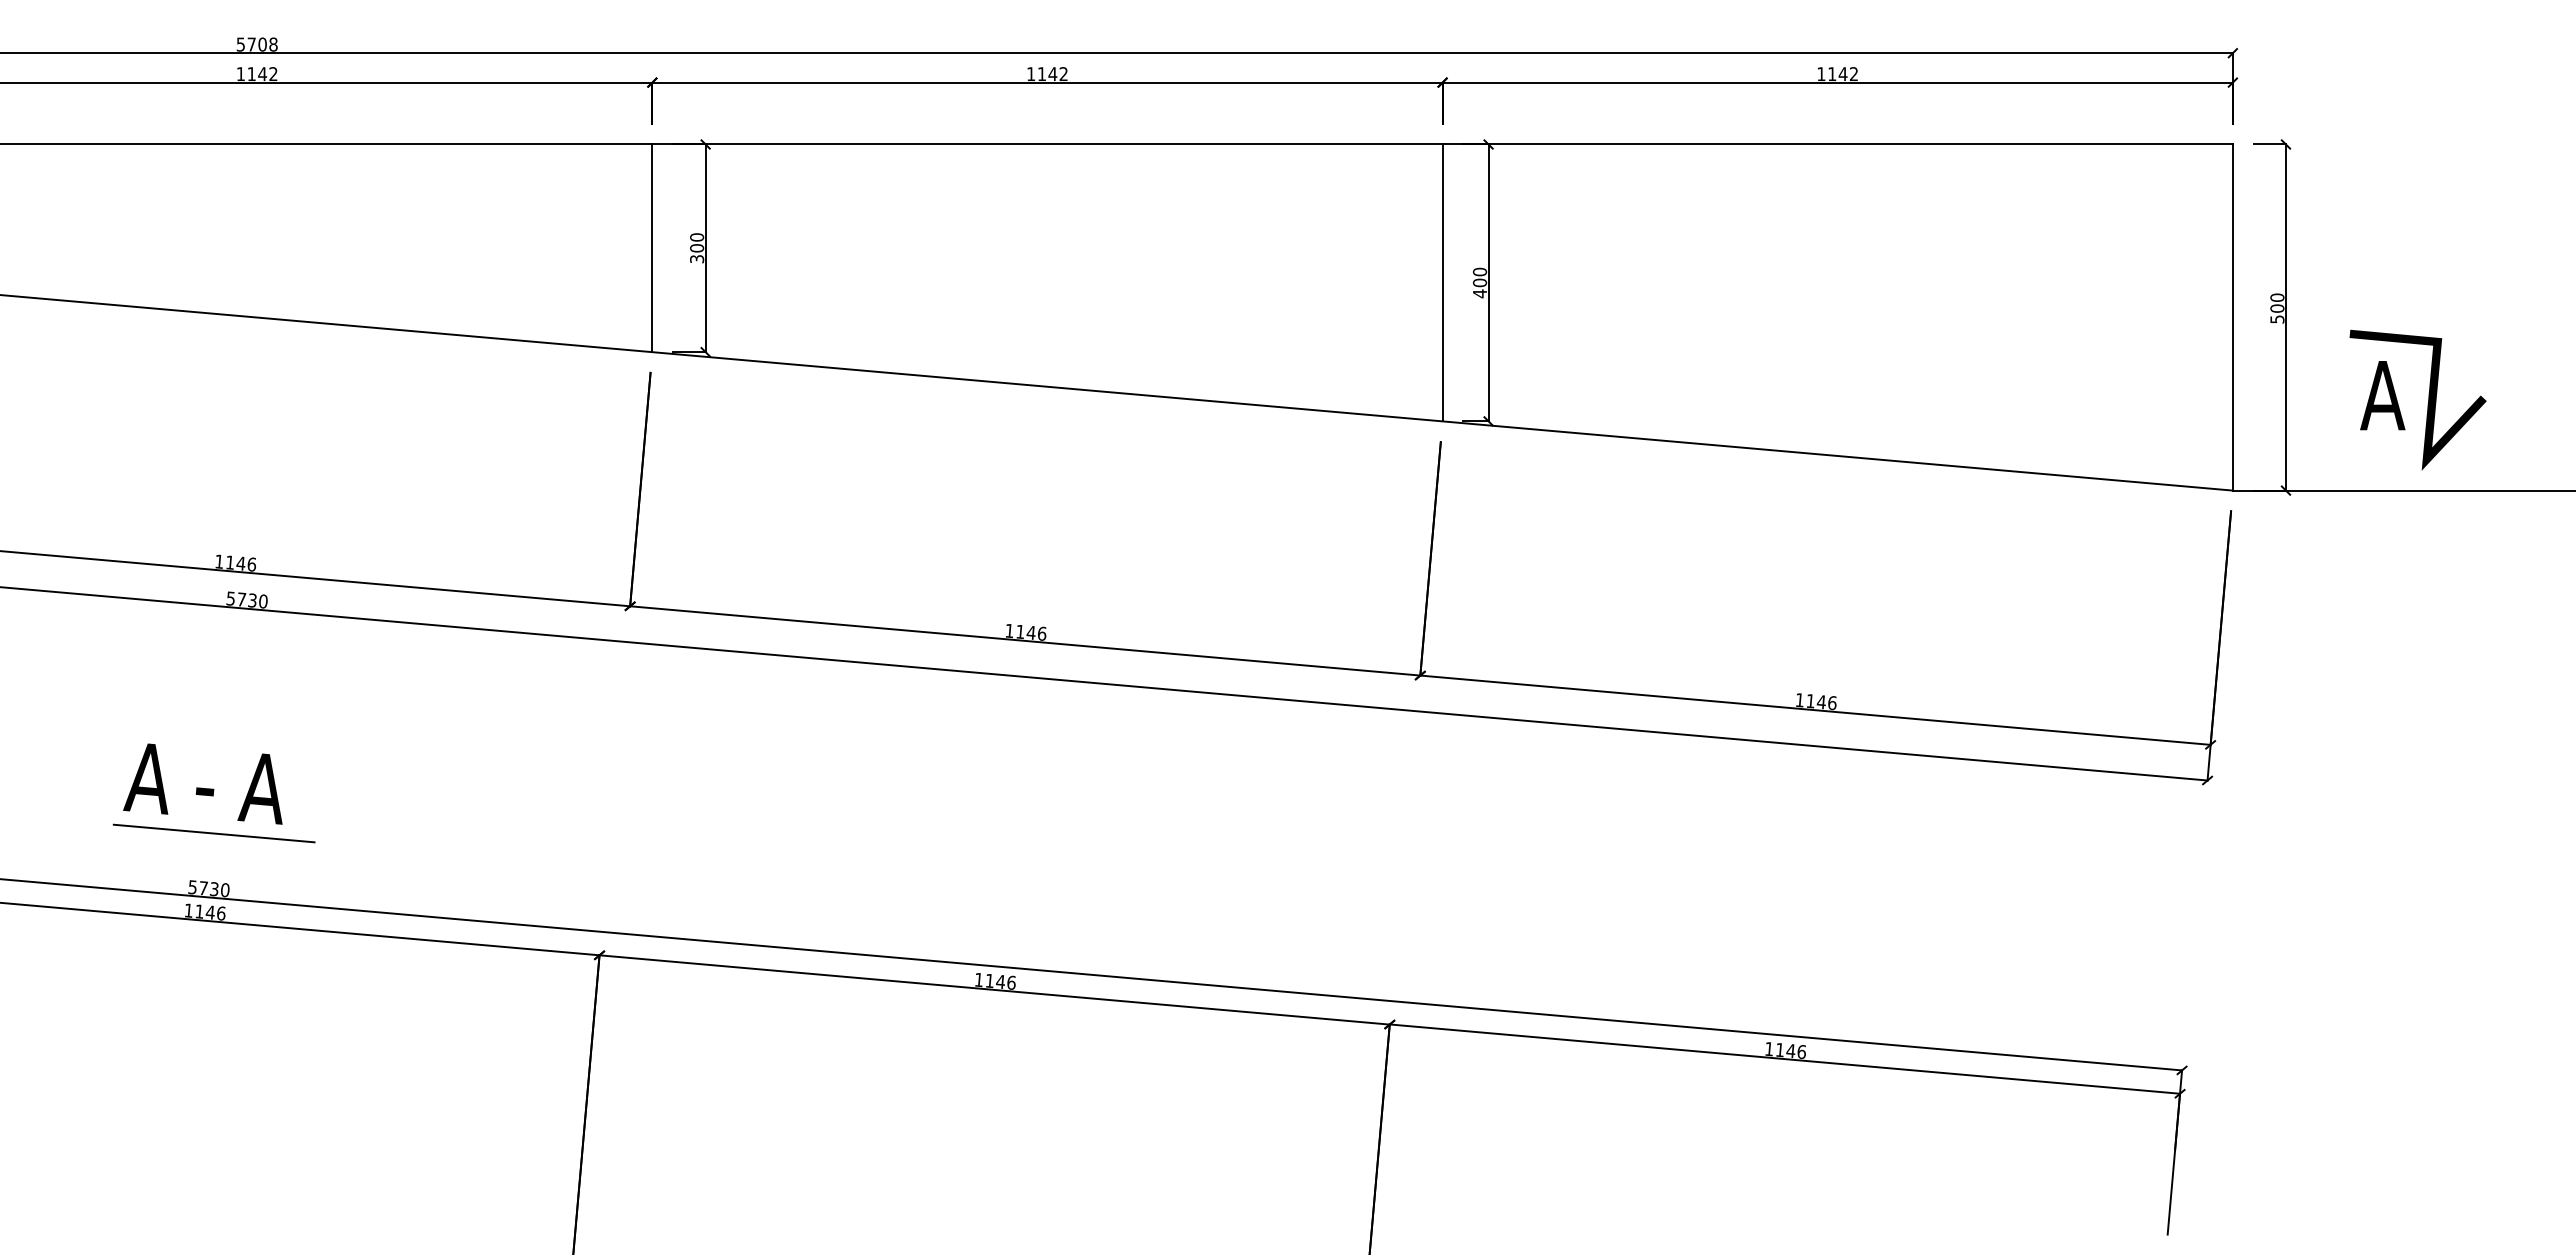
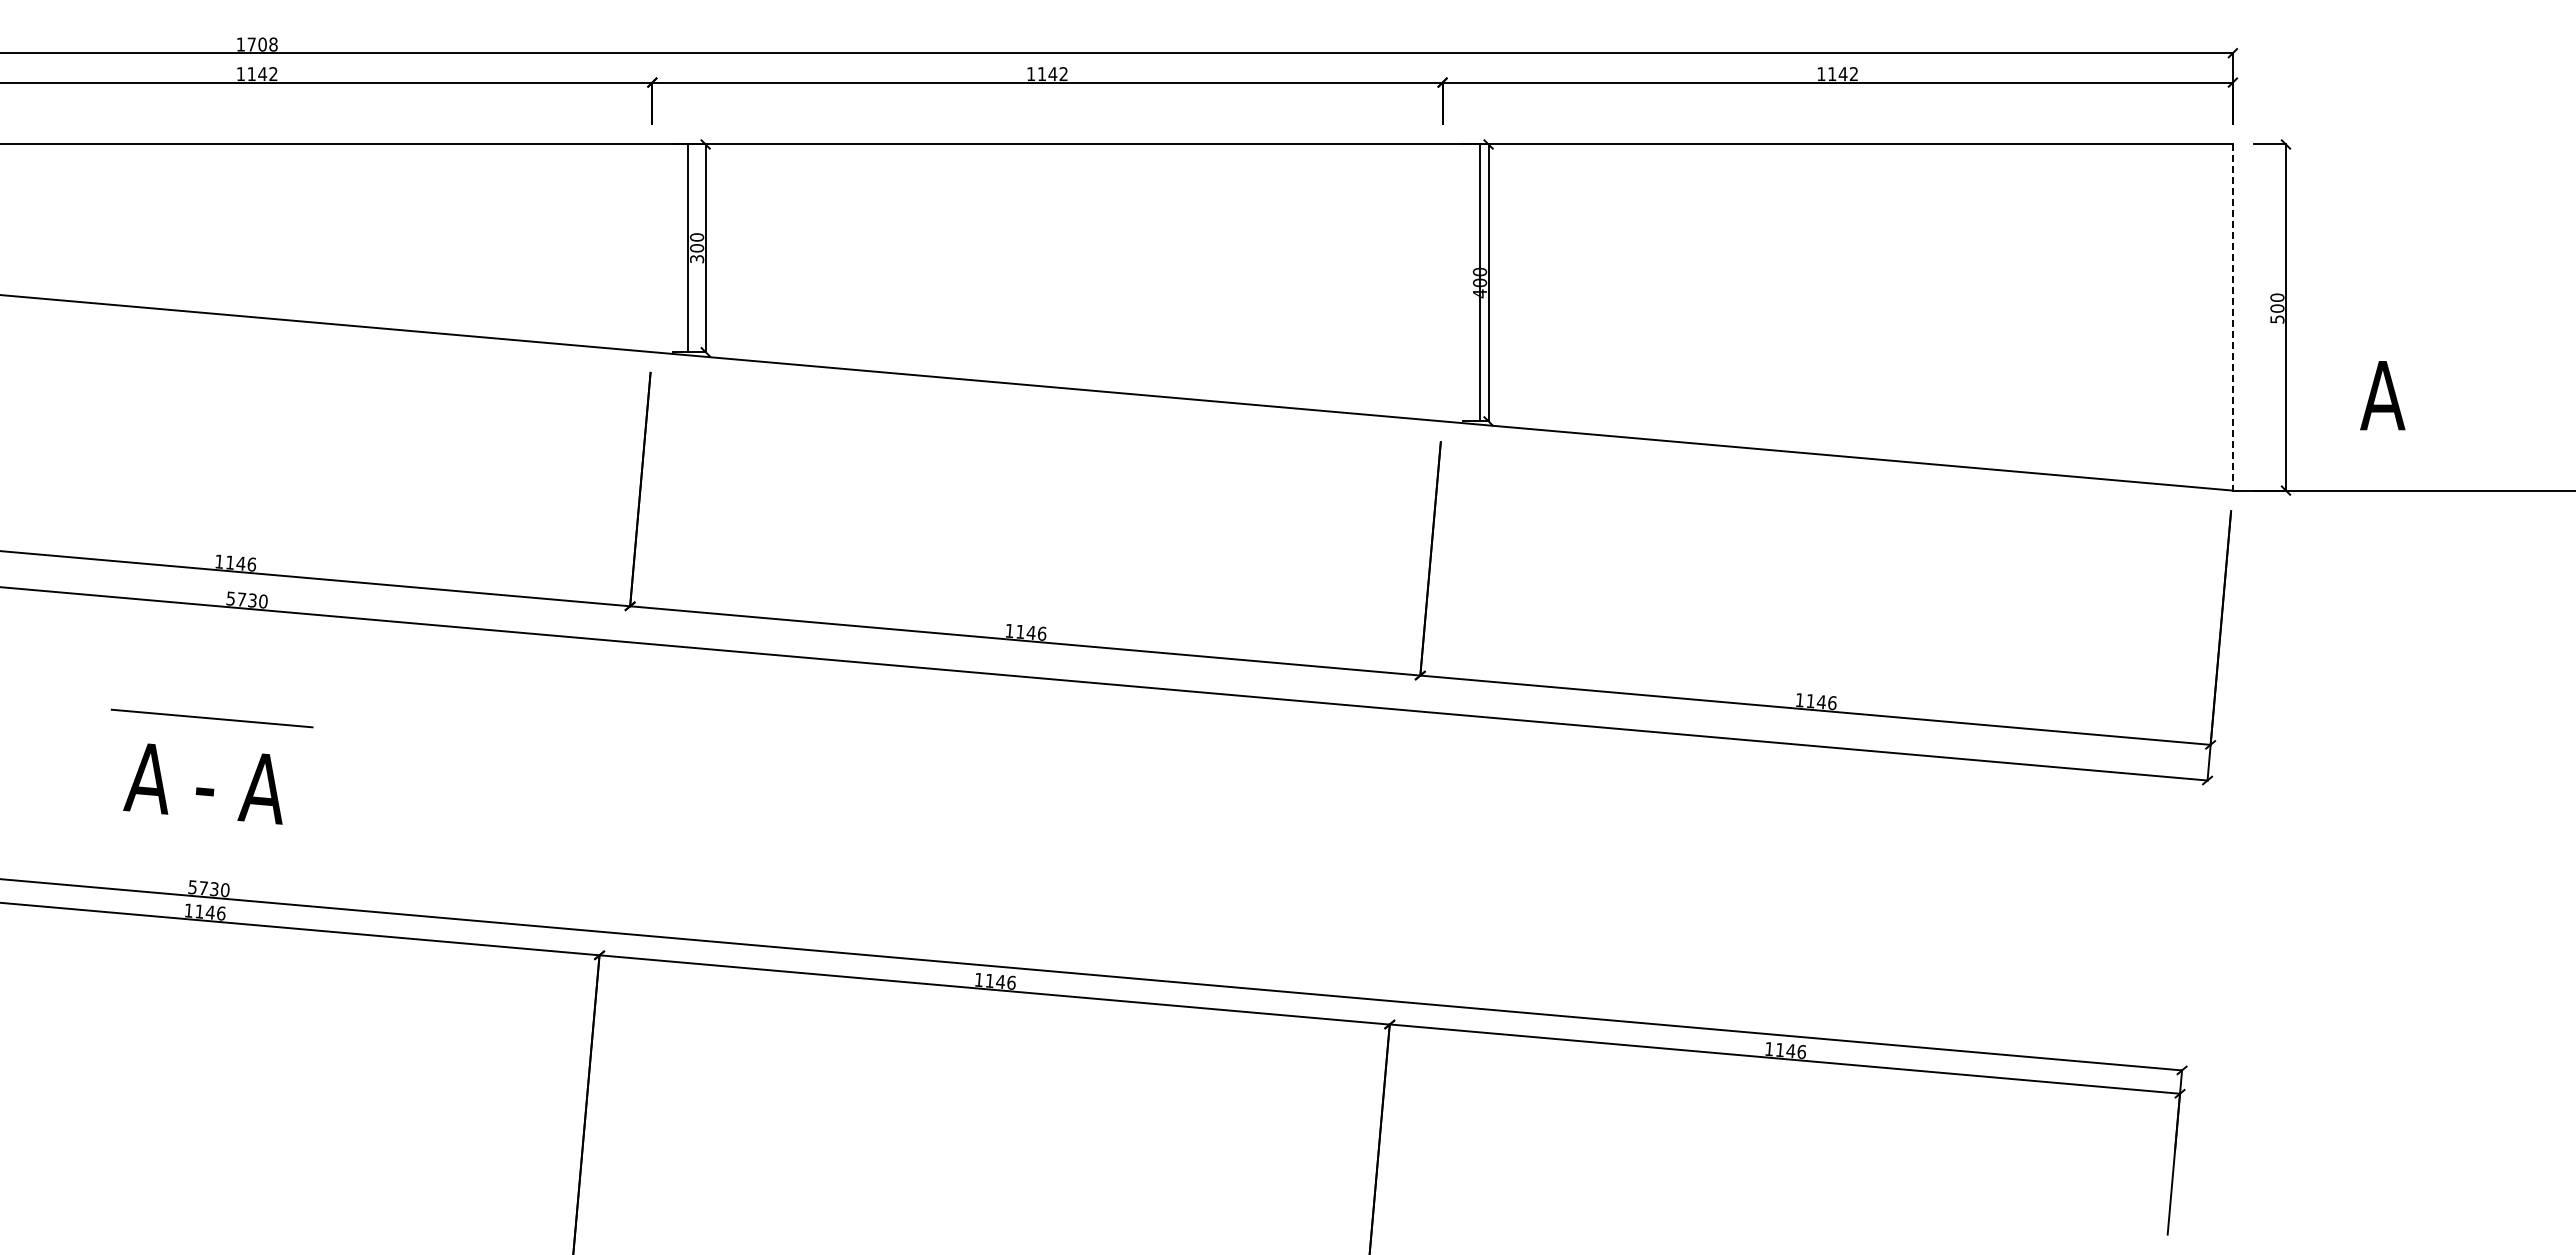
text at (240, 44): 5708 -> 1708
line at (652, 248) position: (652, 248) -> (688, 248)
line at (1442, 282) position: (1442, 282) -> (1479, 282)
line at (2232, 318): solid -> dashed
line at (2428, 399): present -> none
line at (213, 833) position: (213, 833) -> (211, 718)
